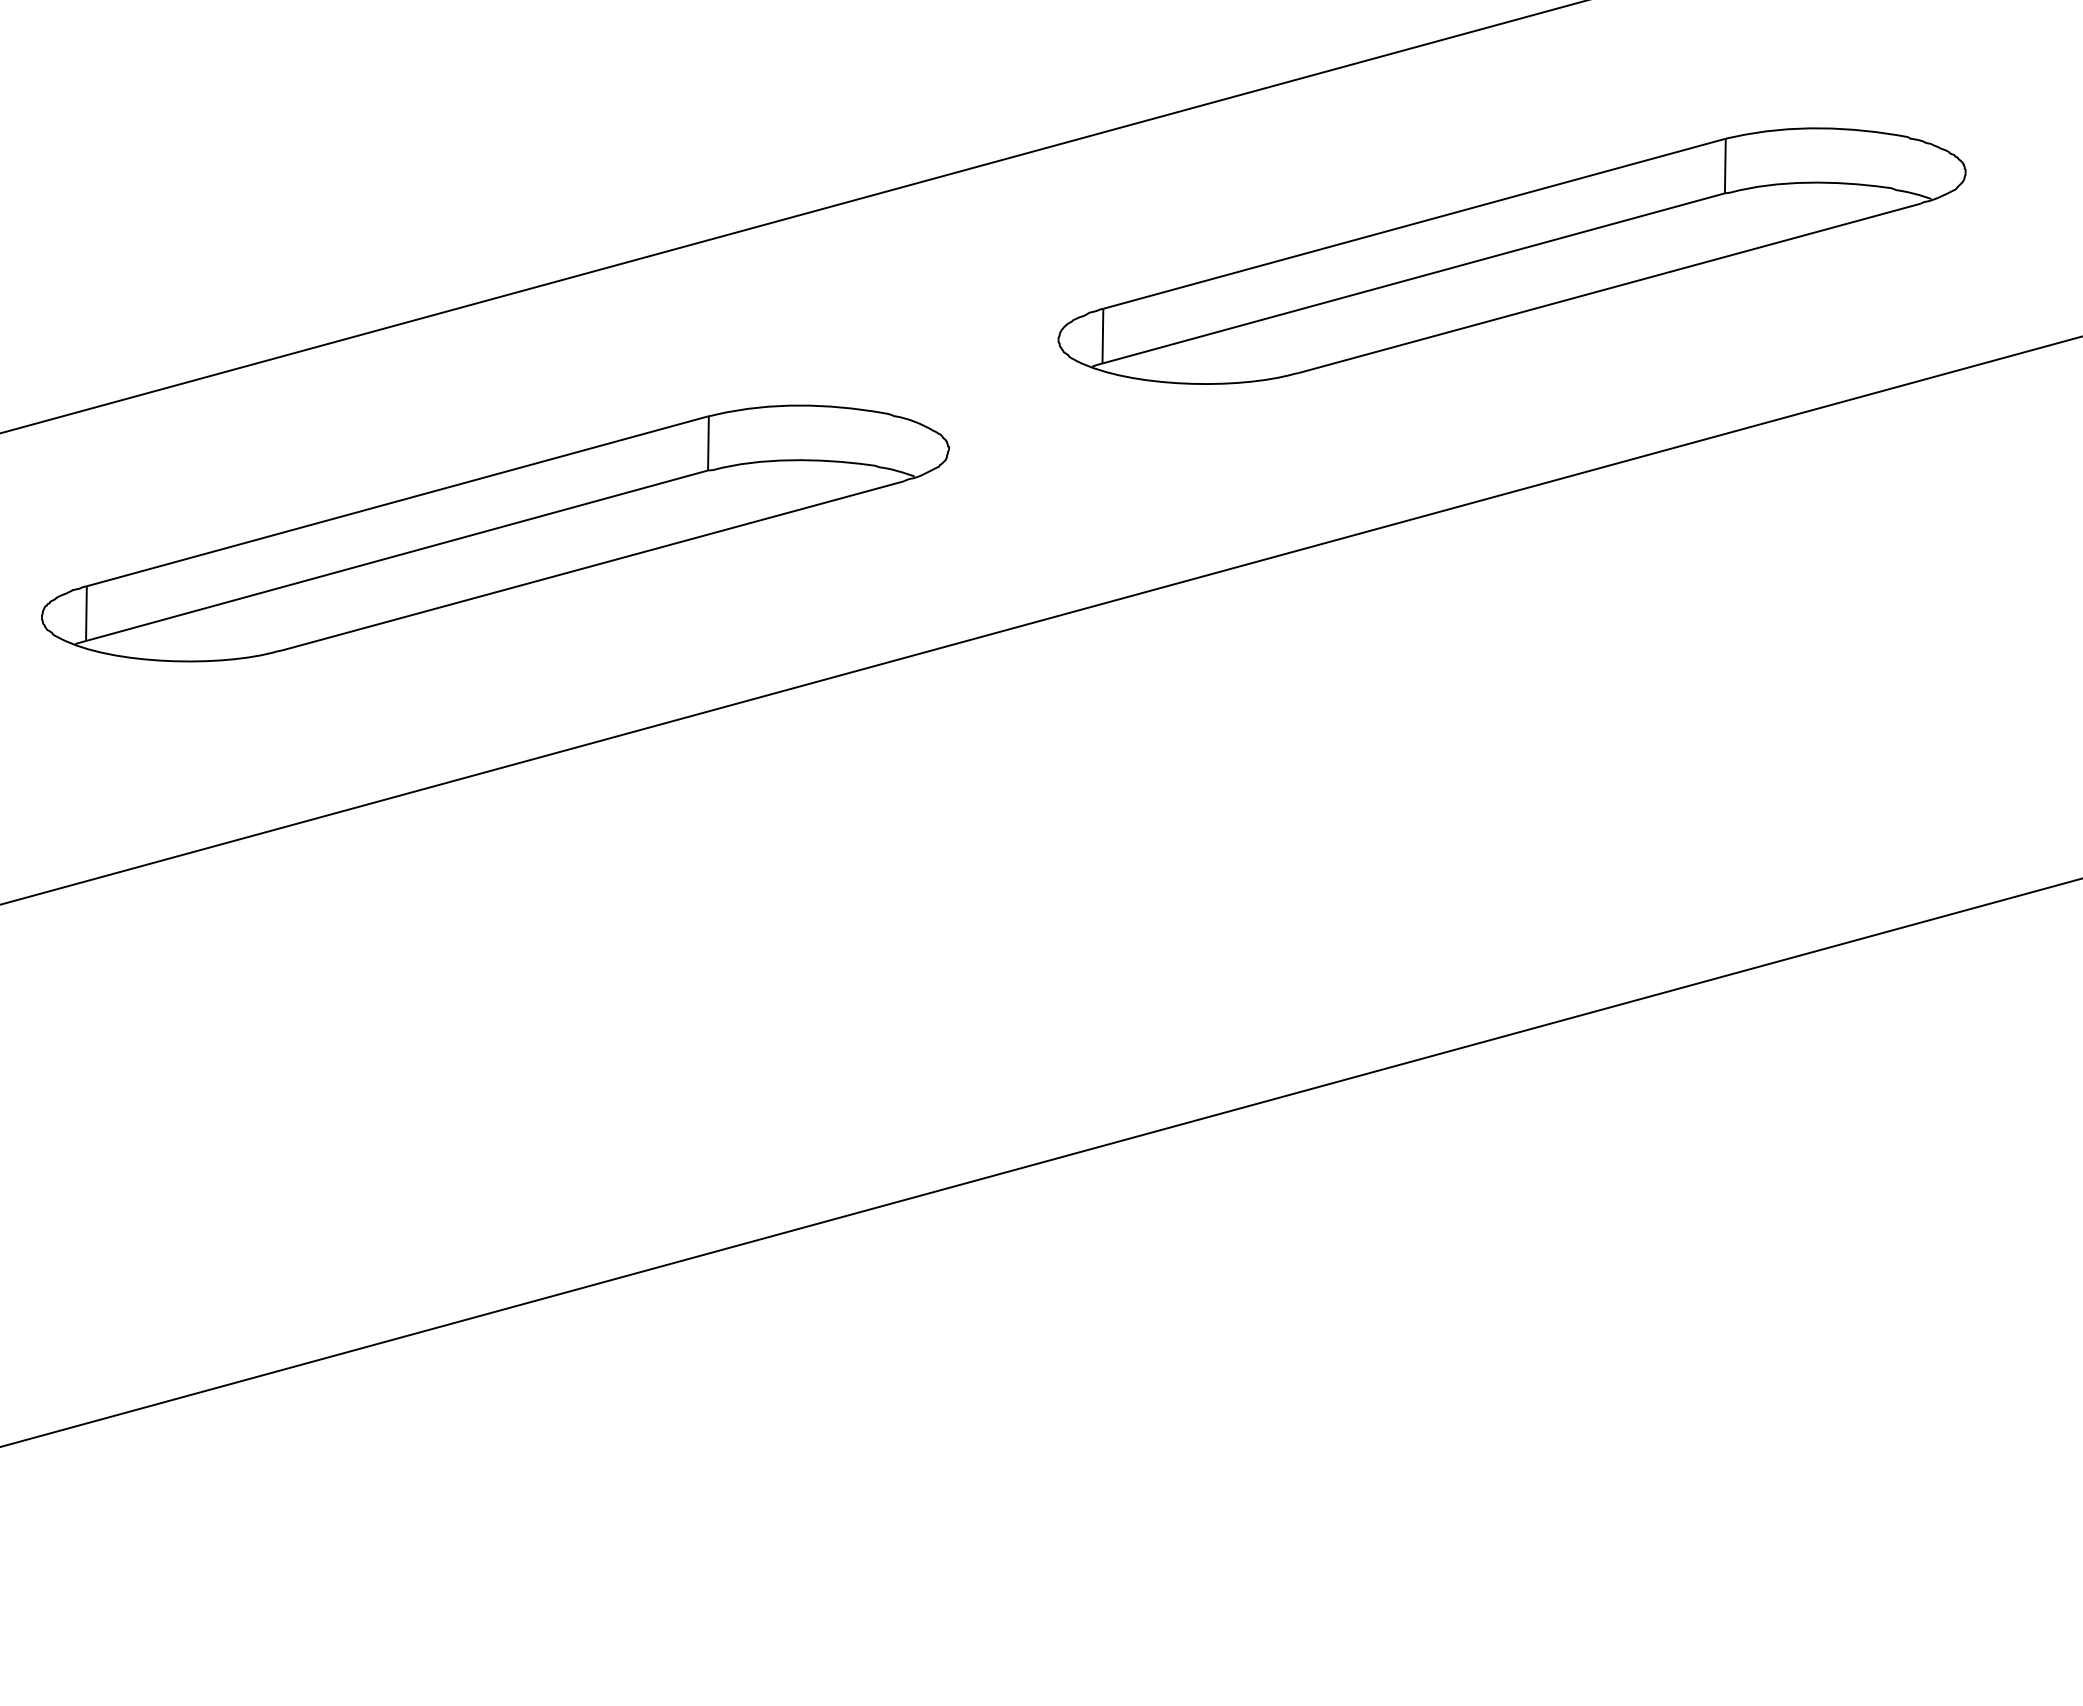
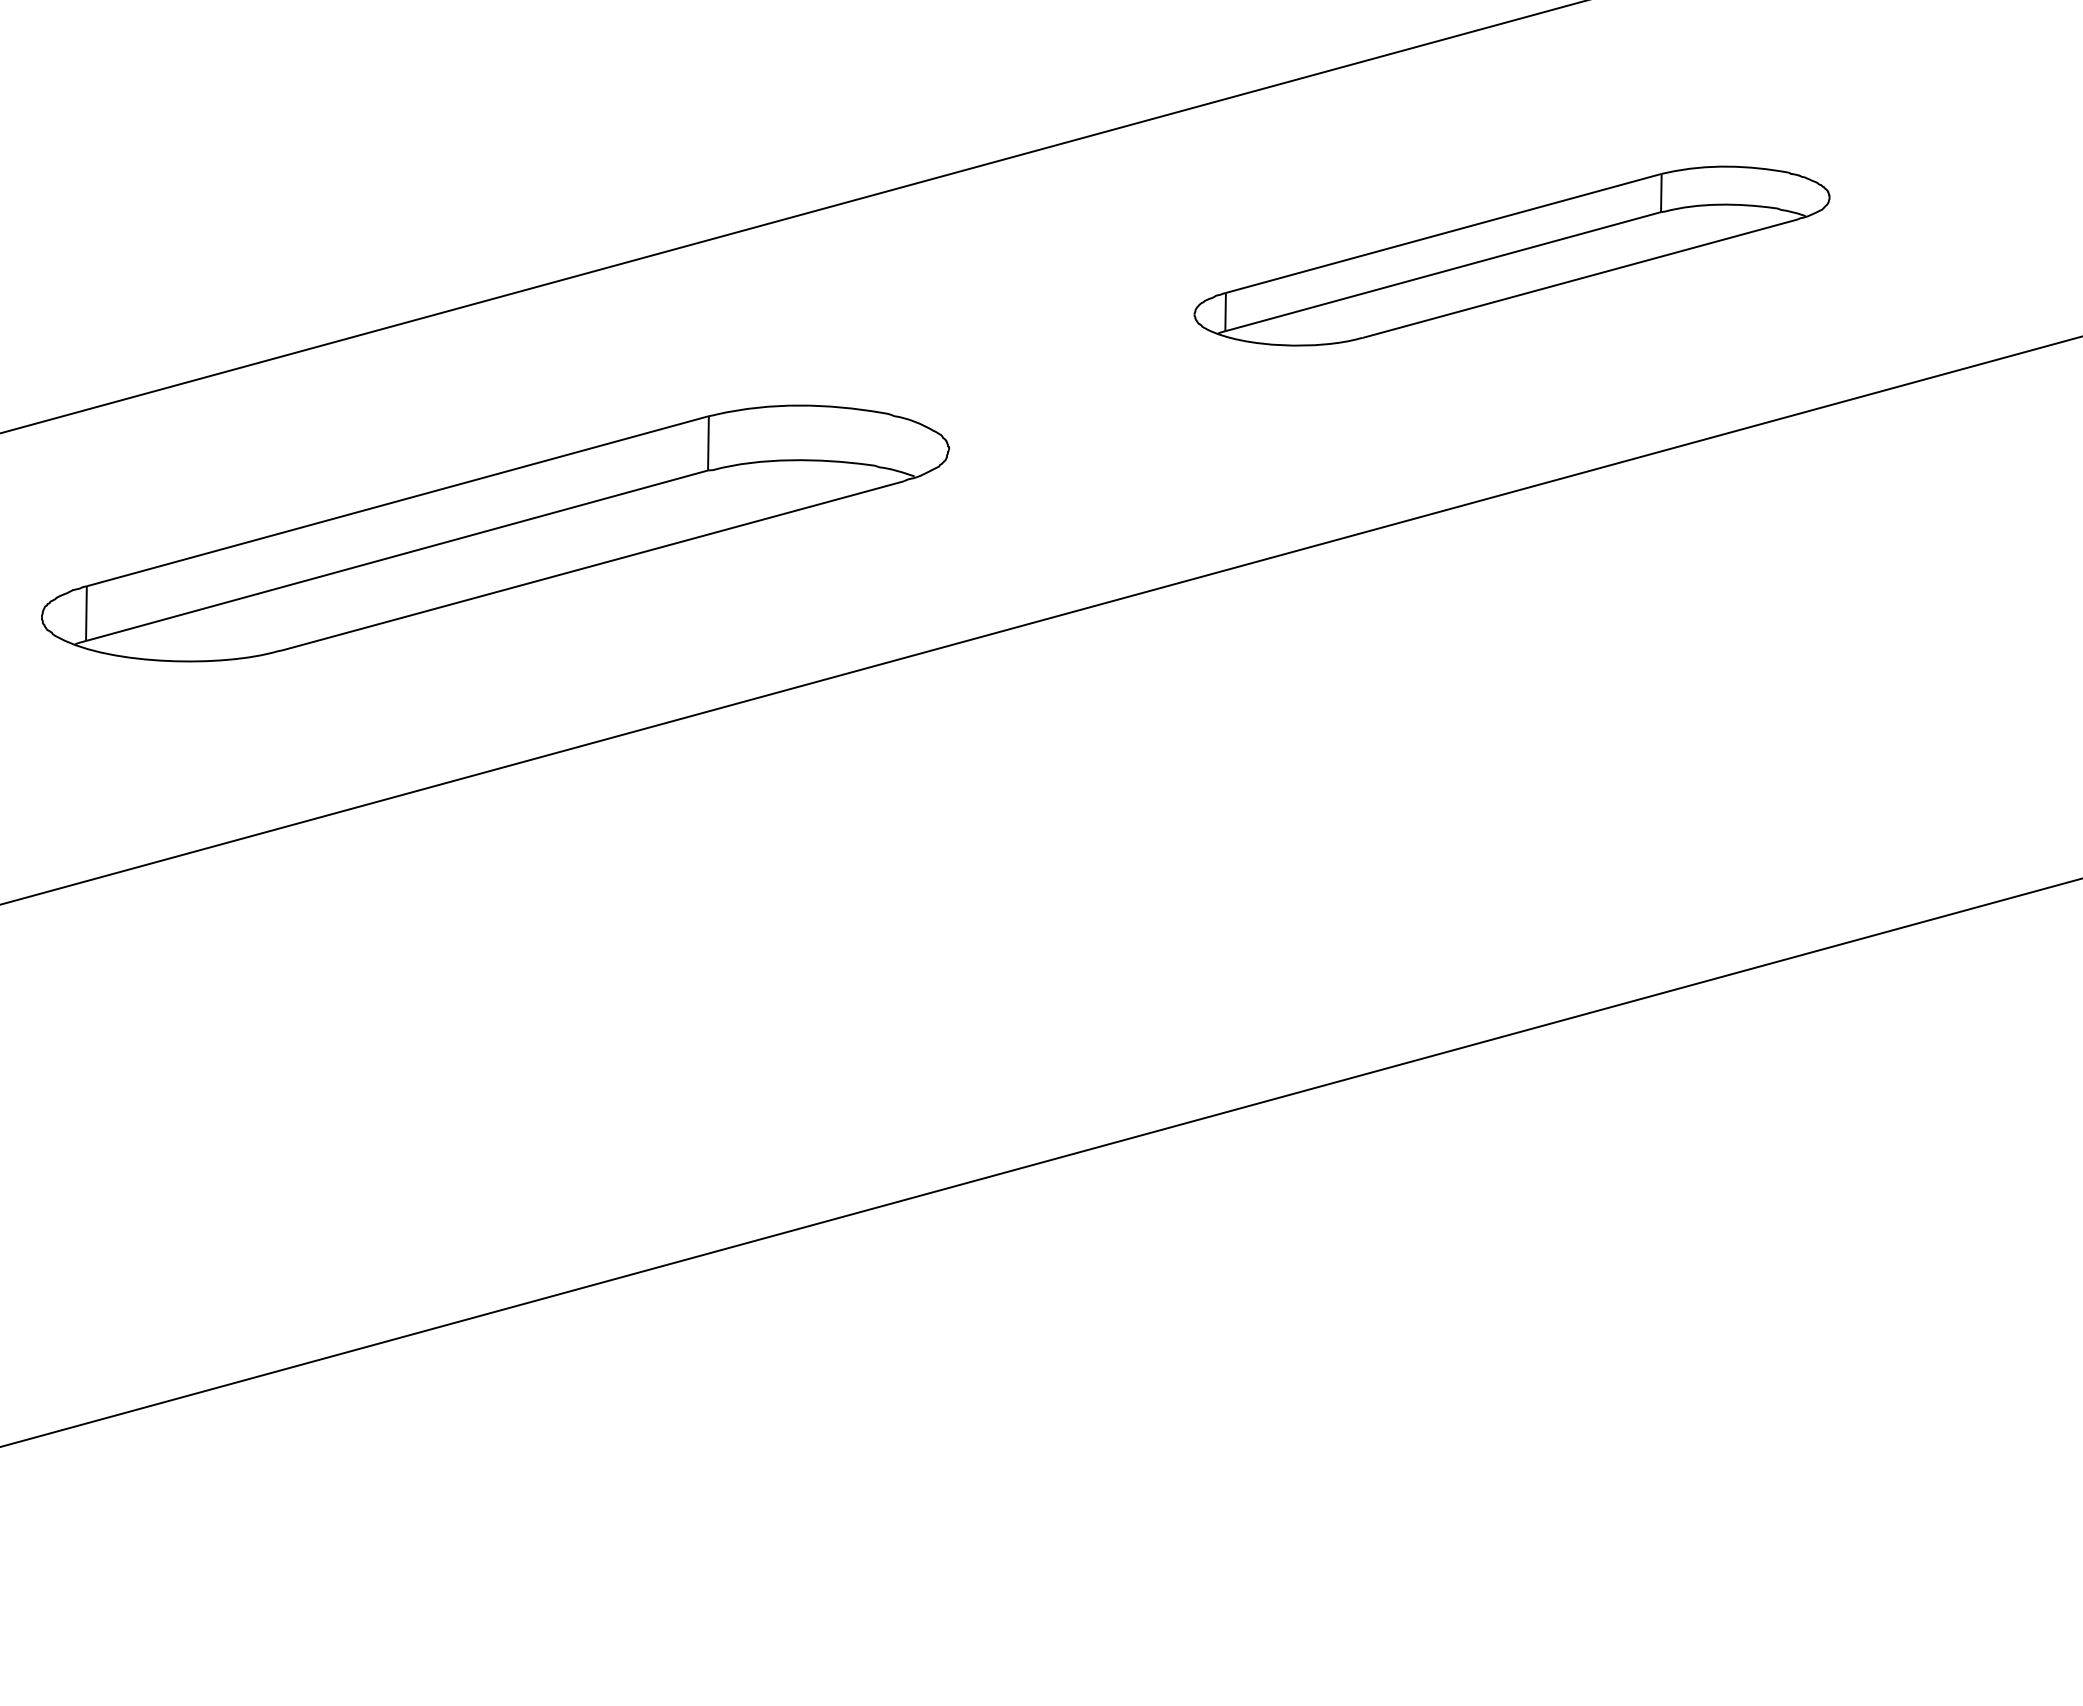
part at (1511, 255) size: 910x258 px -> 638x182 px
